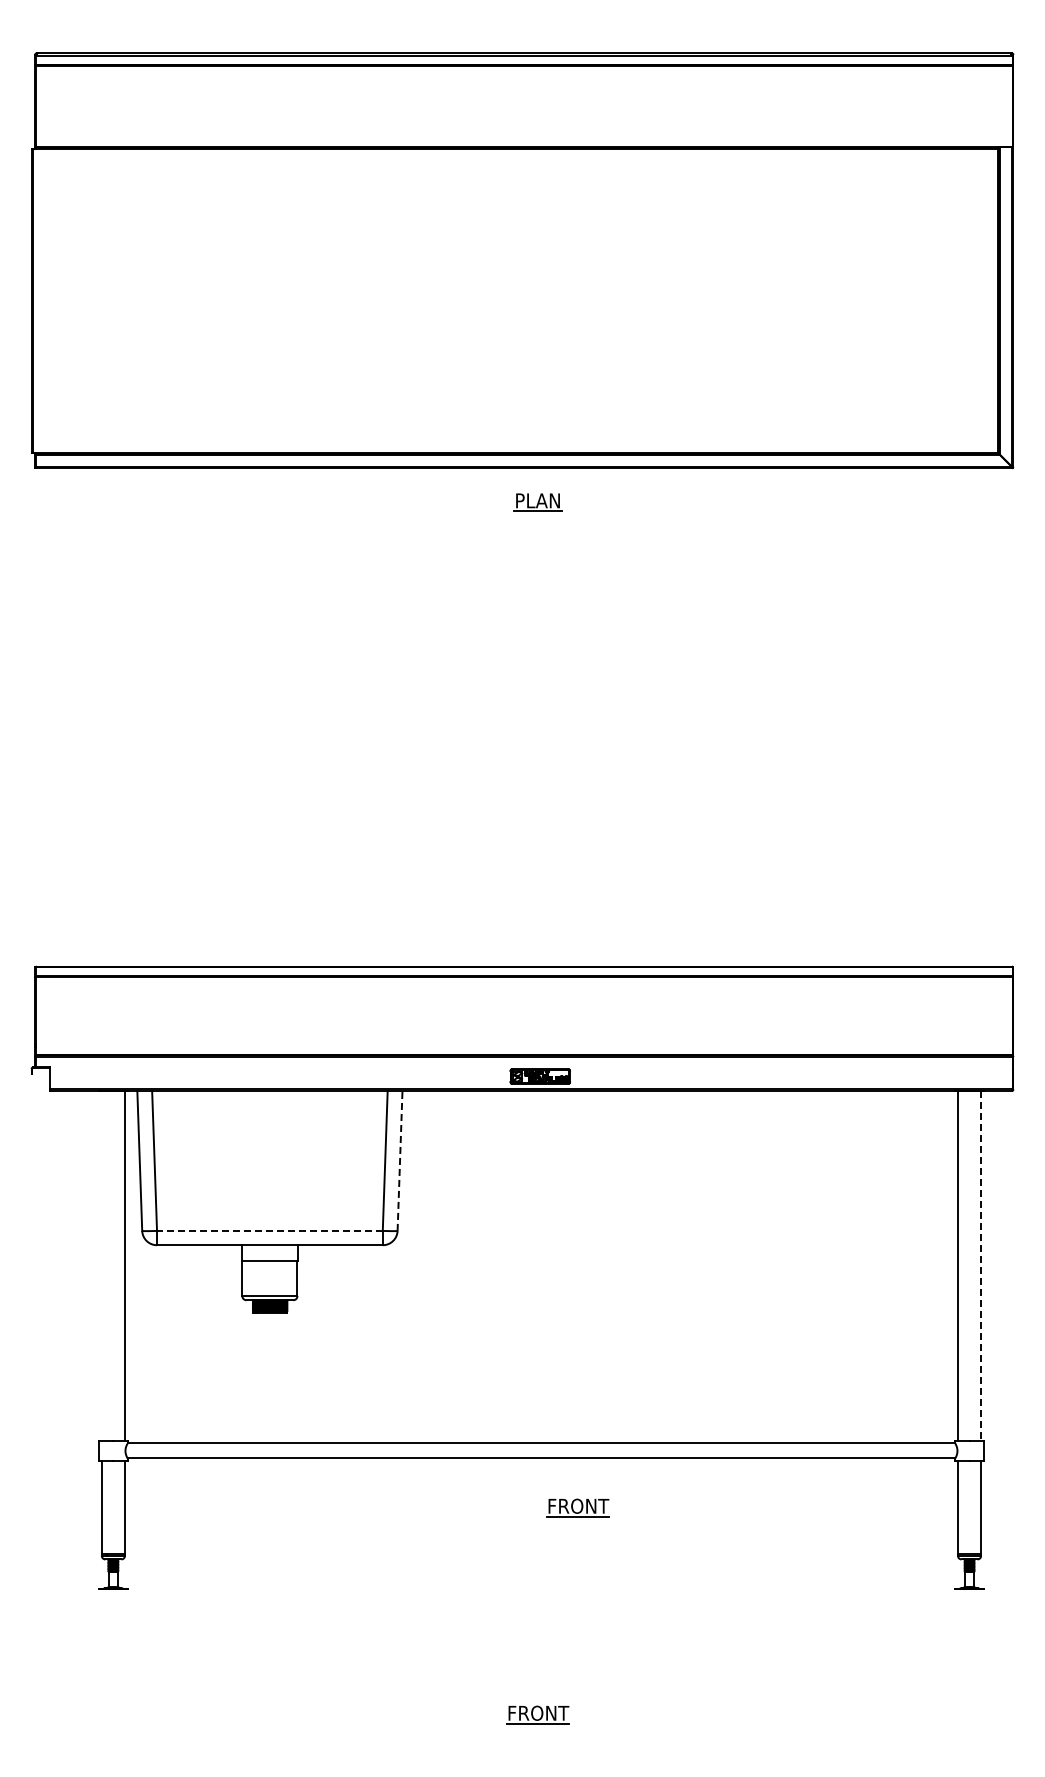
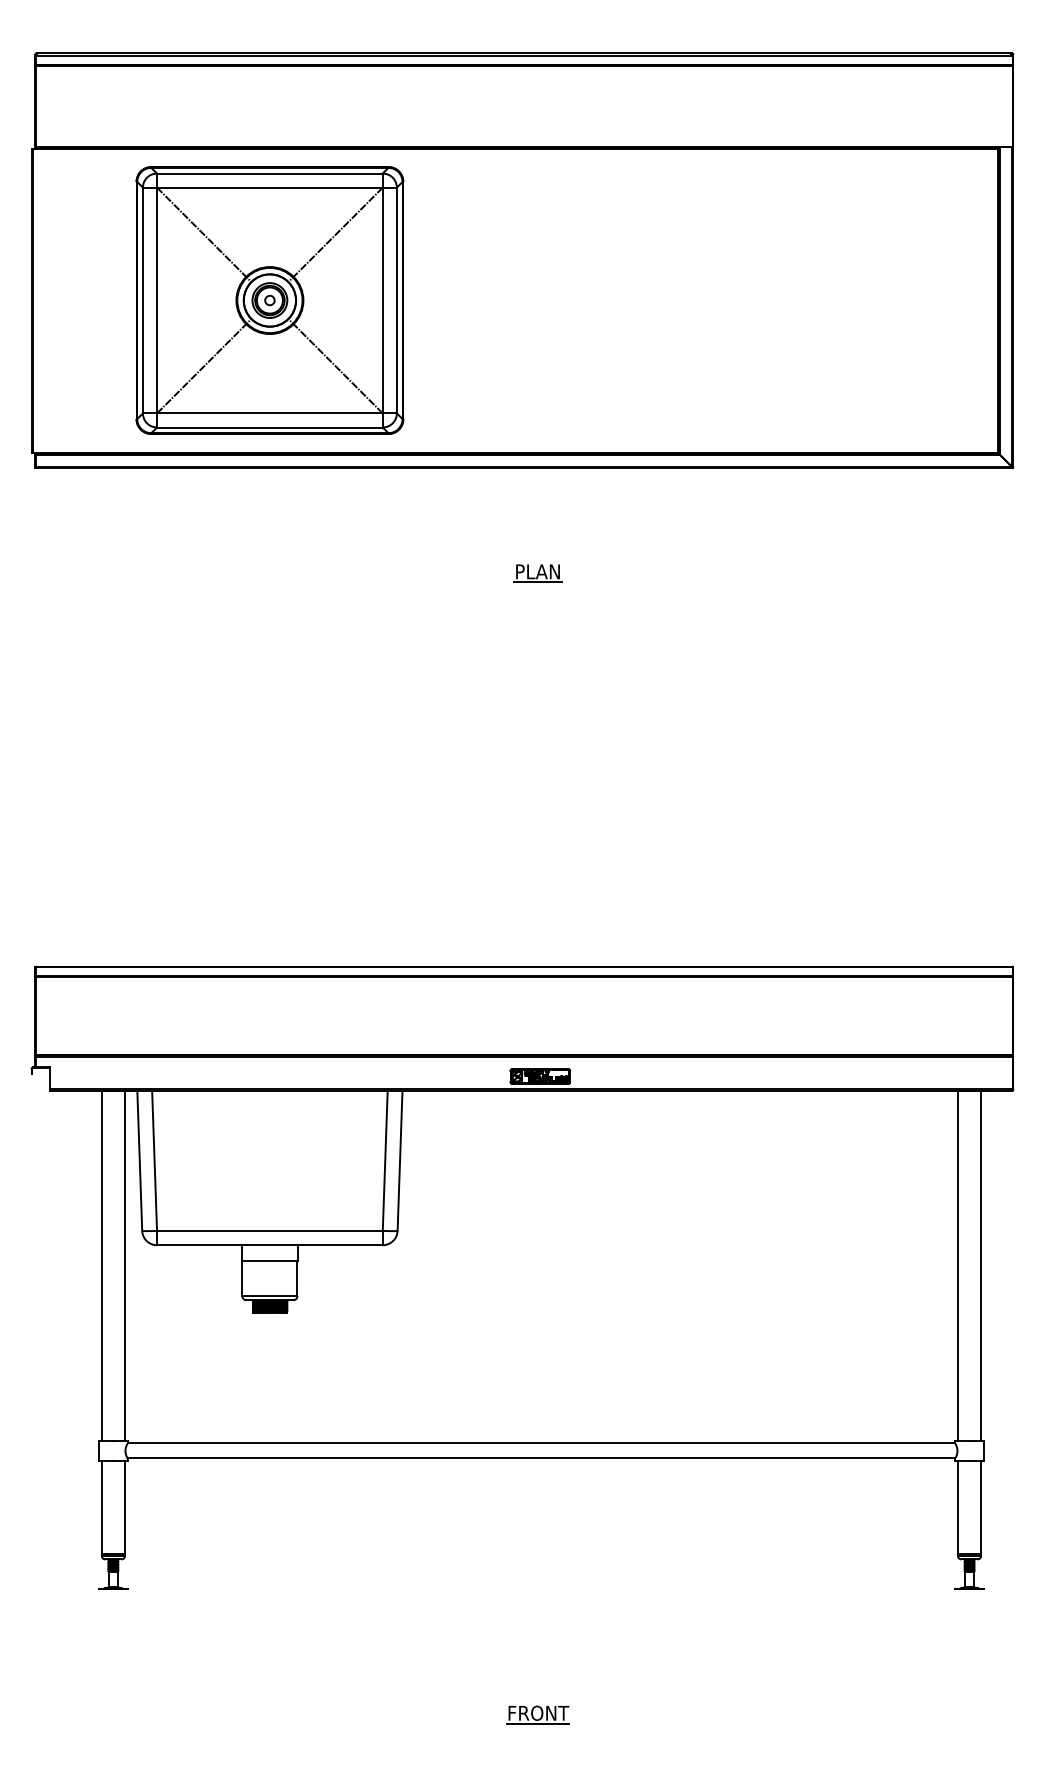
part at (269, 300): none -> present
part at (537, 502) position: (537, 502) -> (537, 573)
line at (400, 1161): dashed -> solid
line at (269, 1230): dashed -> solid
line at (102, 1265): none -> present
line at (980, 1266): dashed -> solid
part at (577, 1507): present -> none
